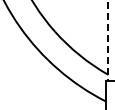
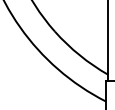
line at (108, 41): dashed -> solid
